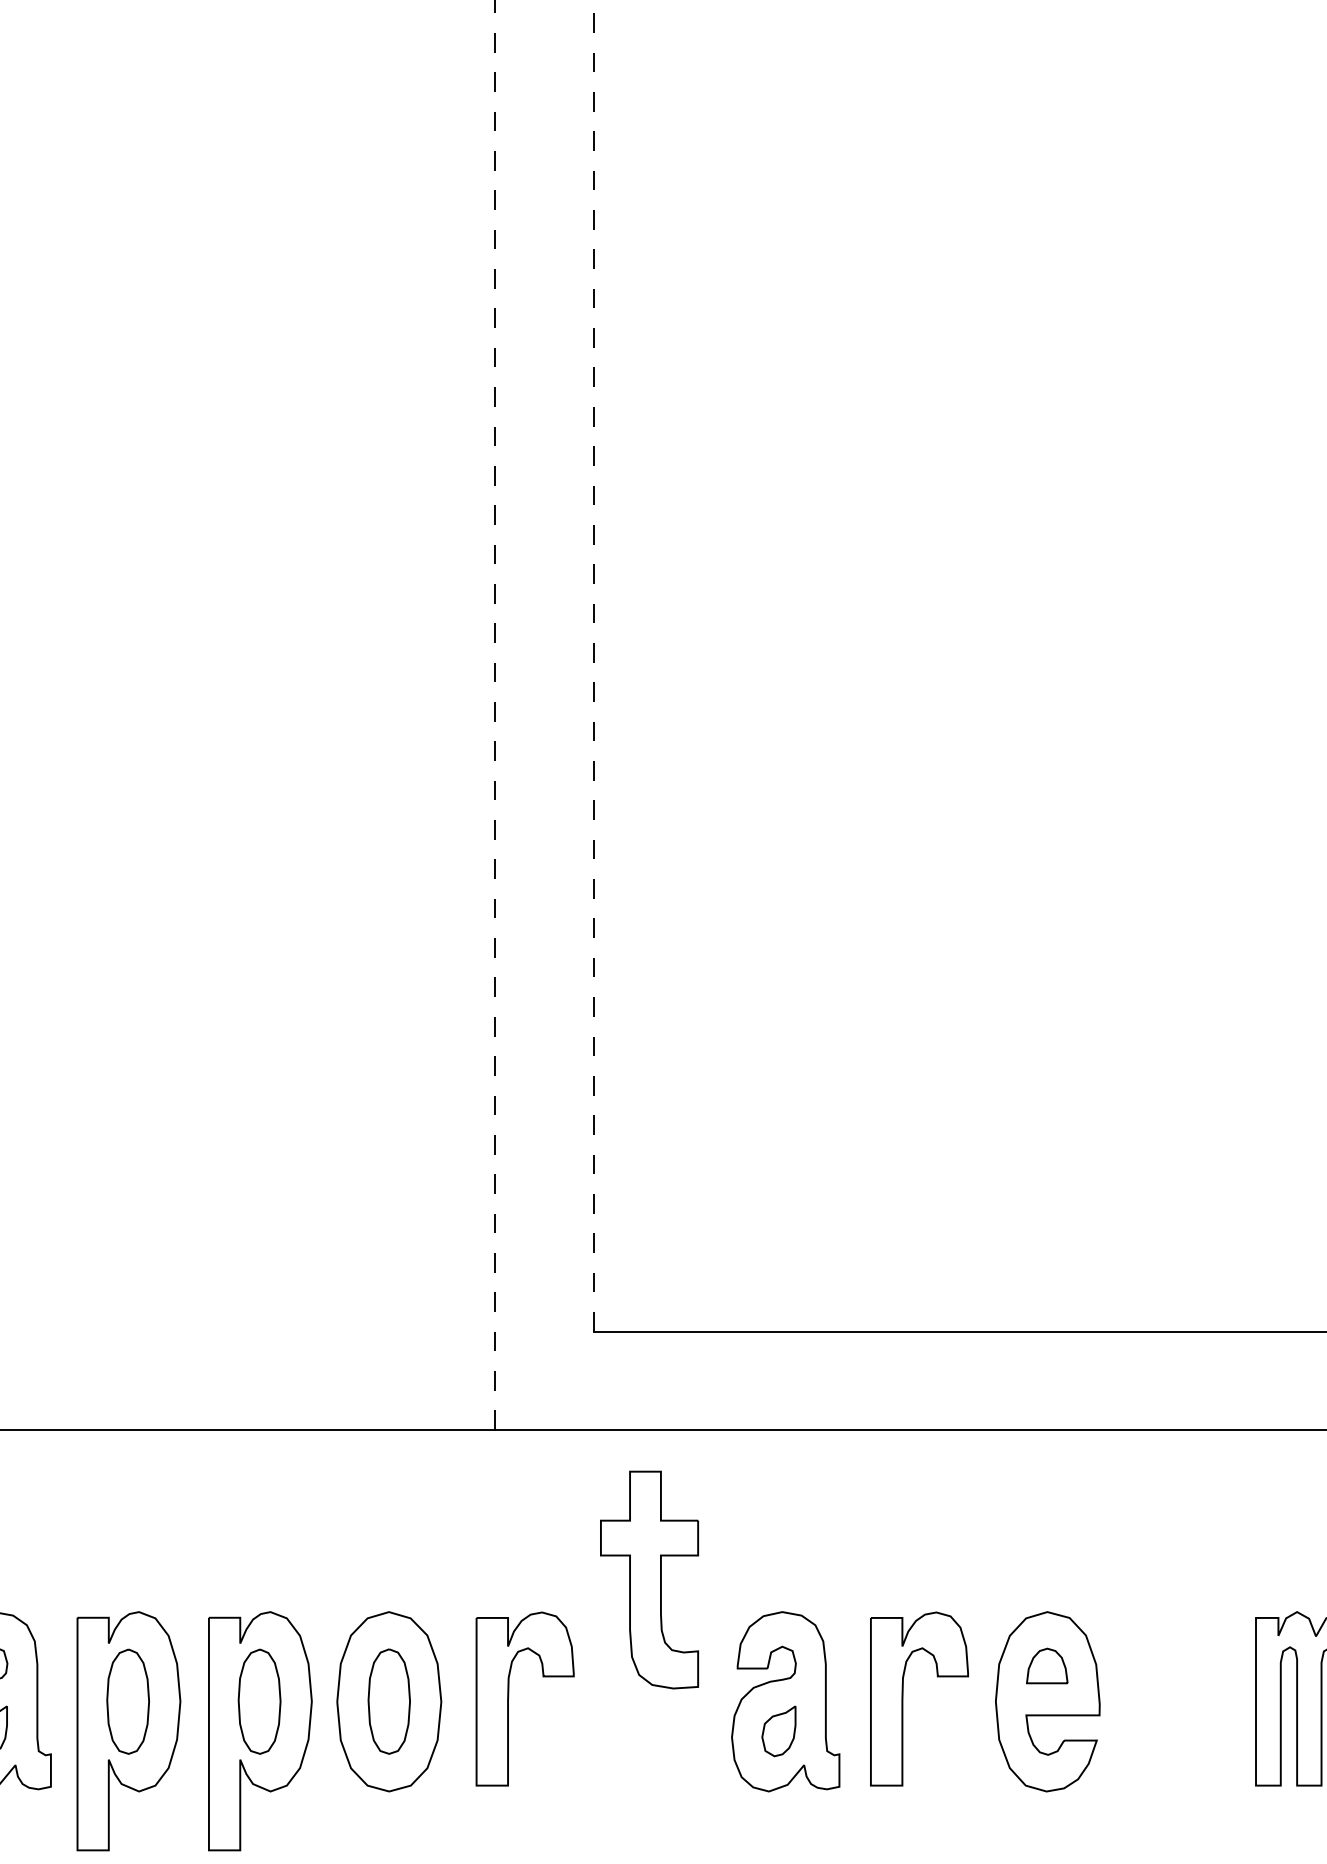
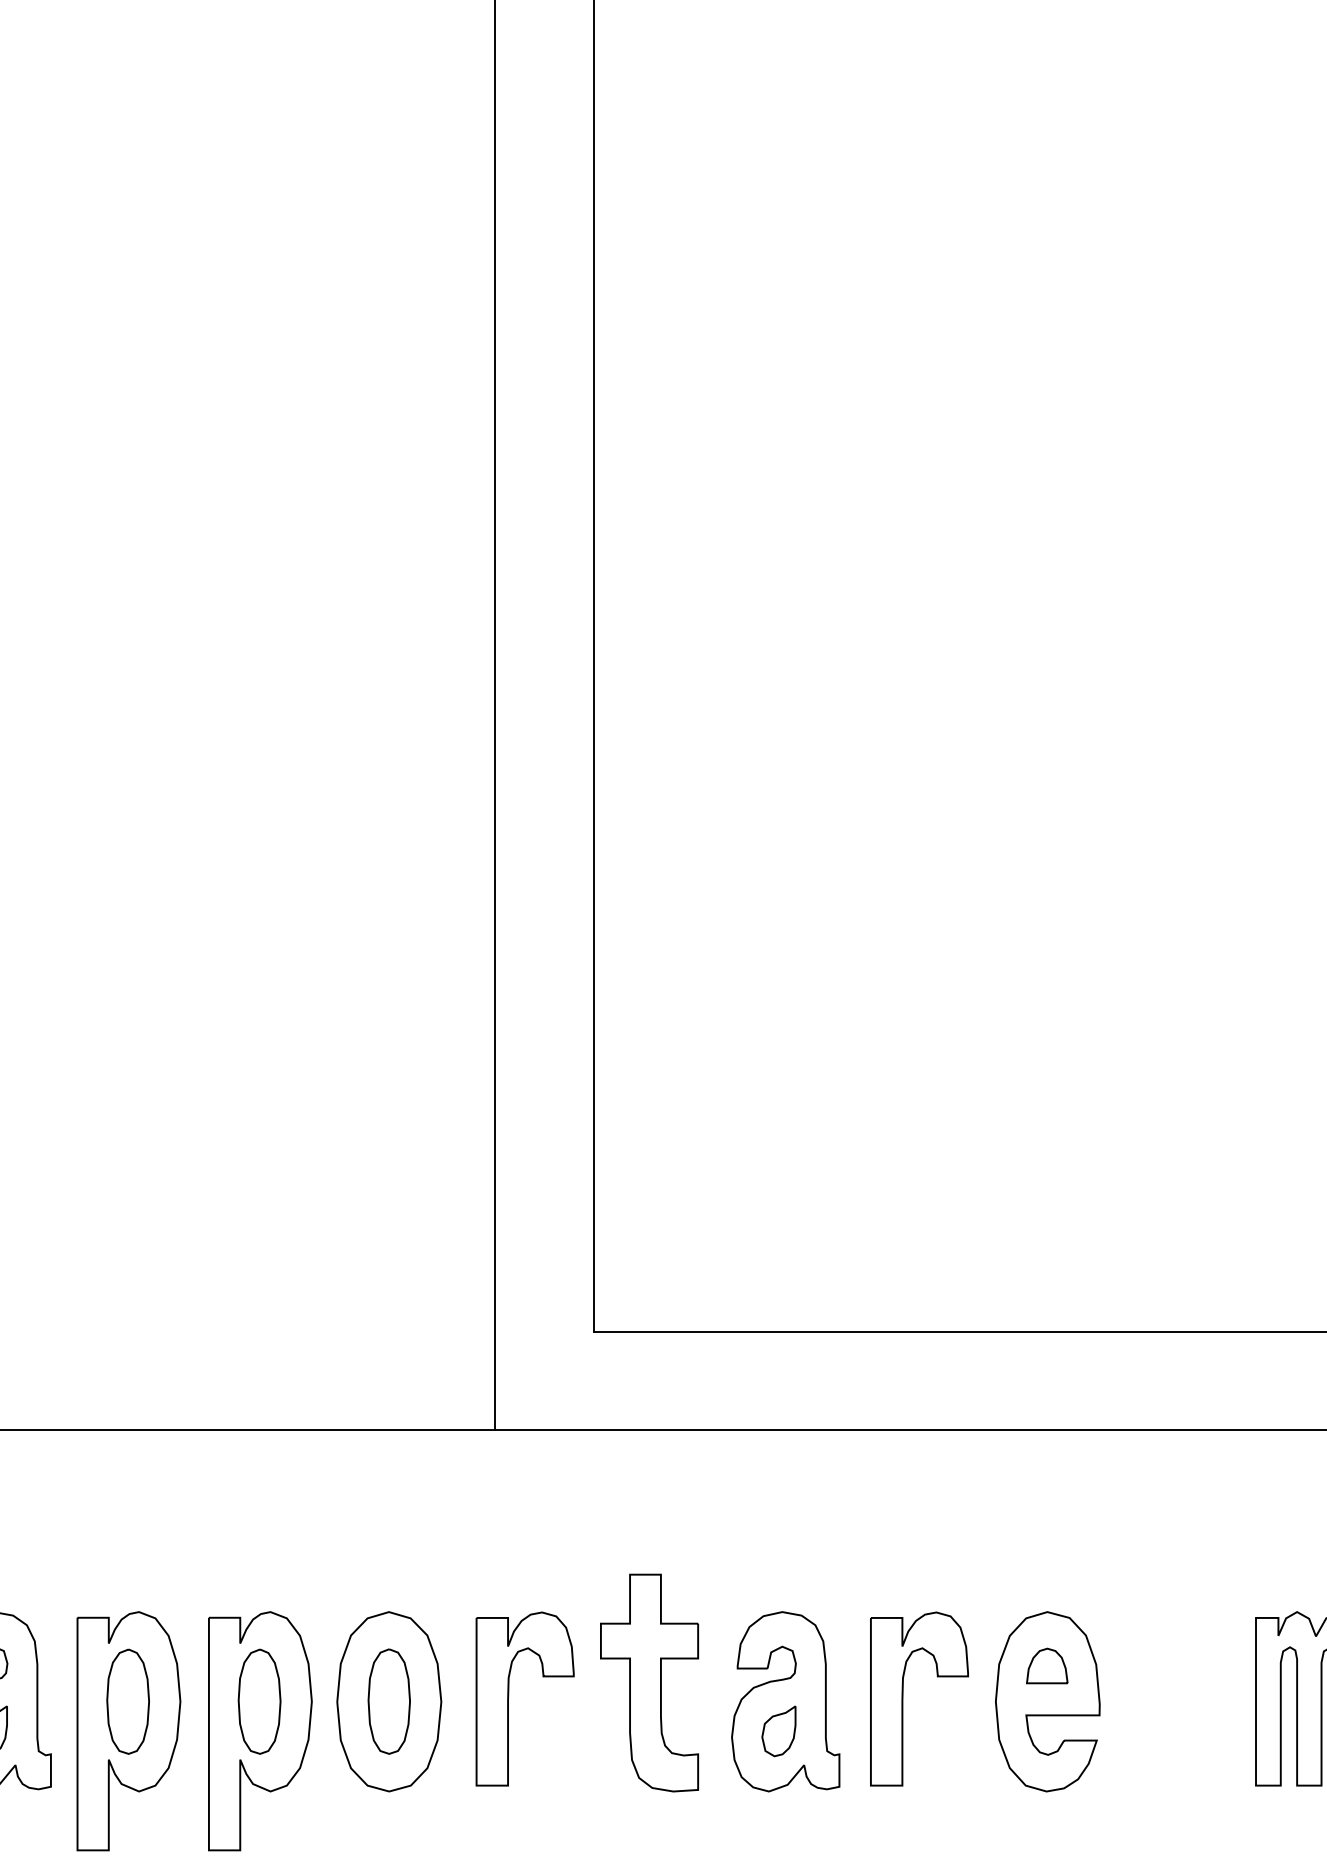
line at (593, 665): dashed -> solid
line at (495, 715): dashed -> solid
part at (649, 1579) position: (649, 1579) -> (649, 1682)
